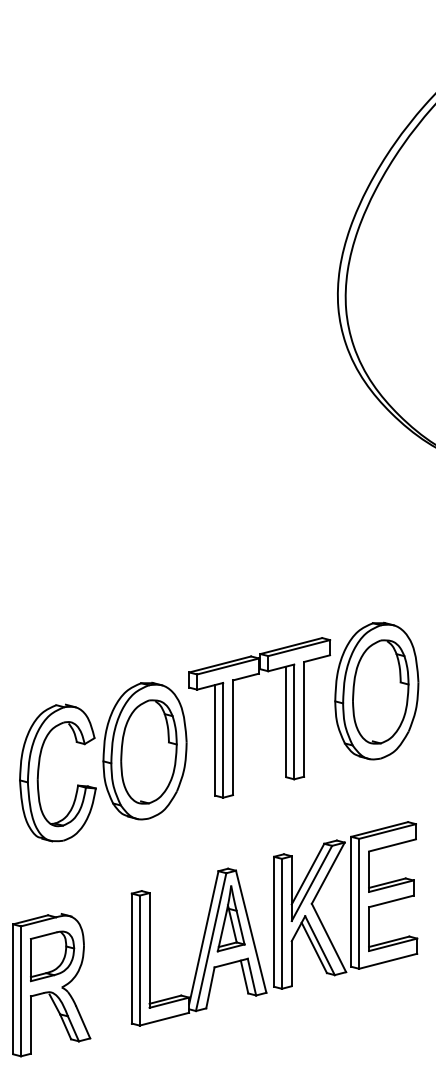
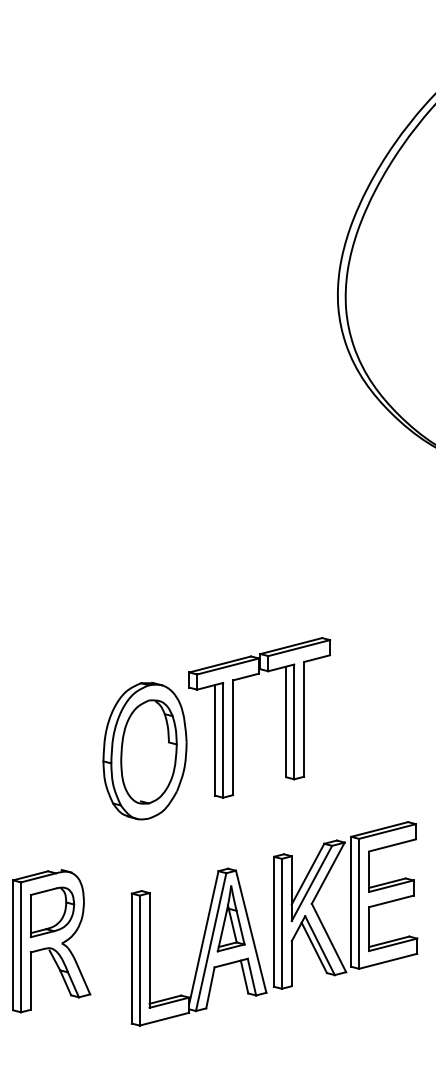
part at (376, 690): present -> none
part at (39, 771): present -> none
part at (51, 985) position: (51, 985) -> (51, 941)
